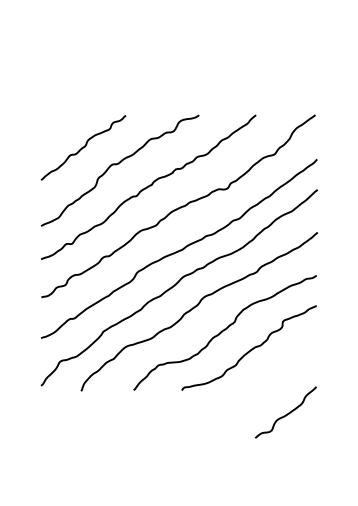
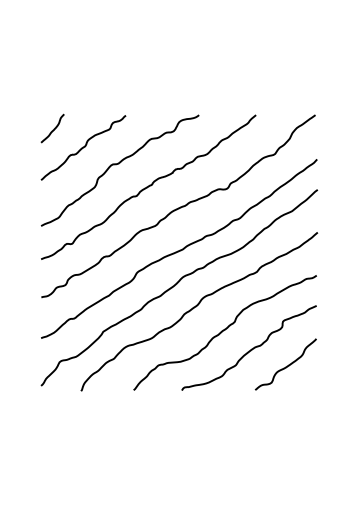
curve at (53, 128): none -> present
curve at (285, 414) position: (285, 414) -> (285, 366)
